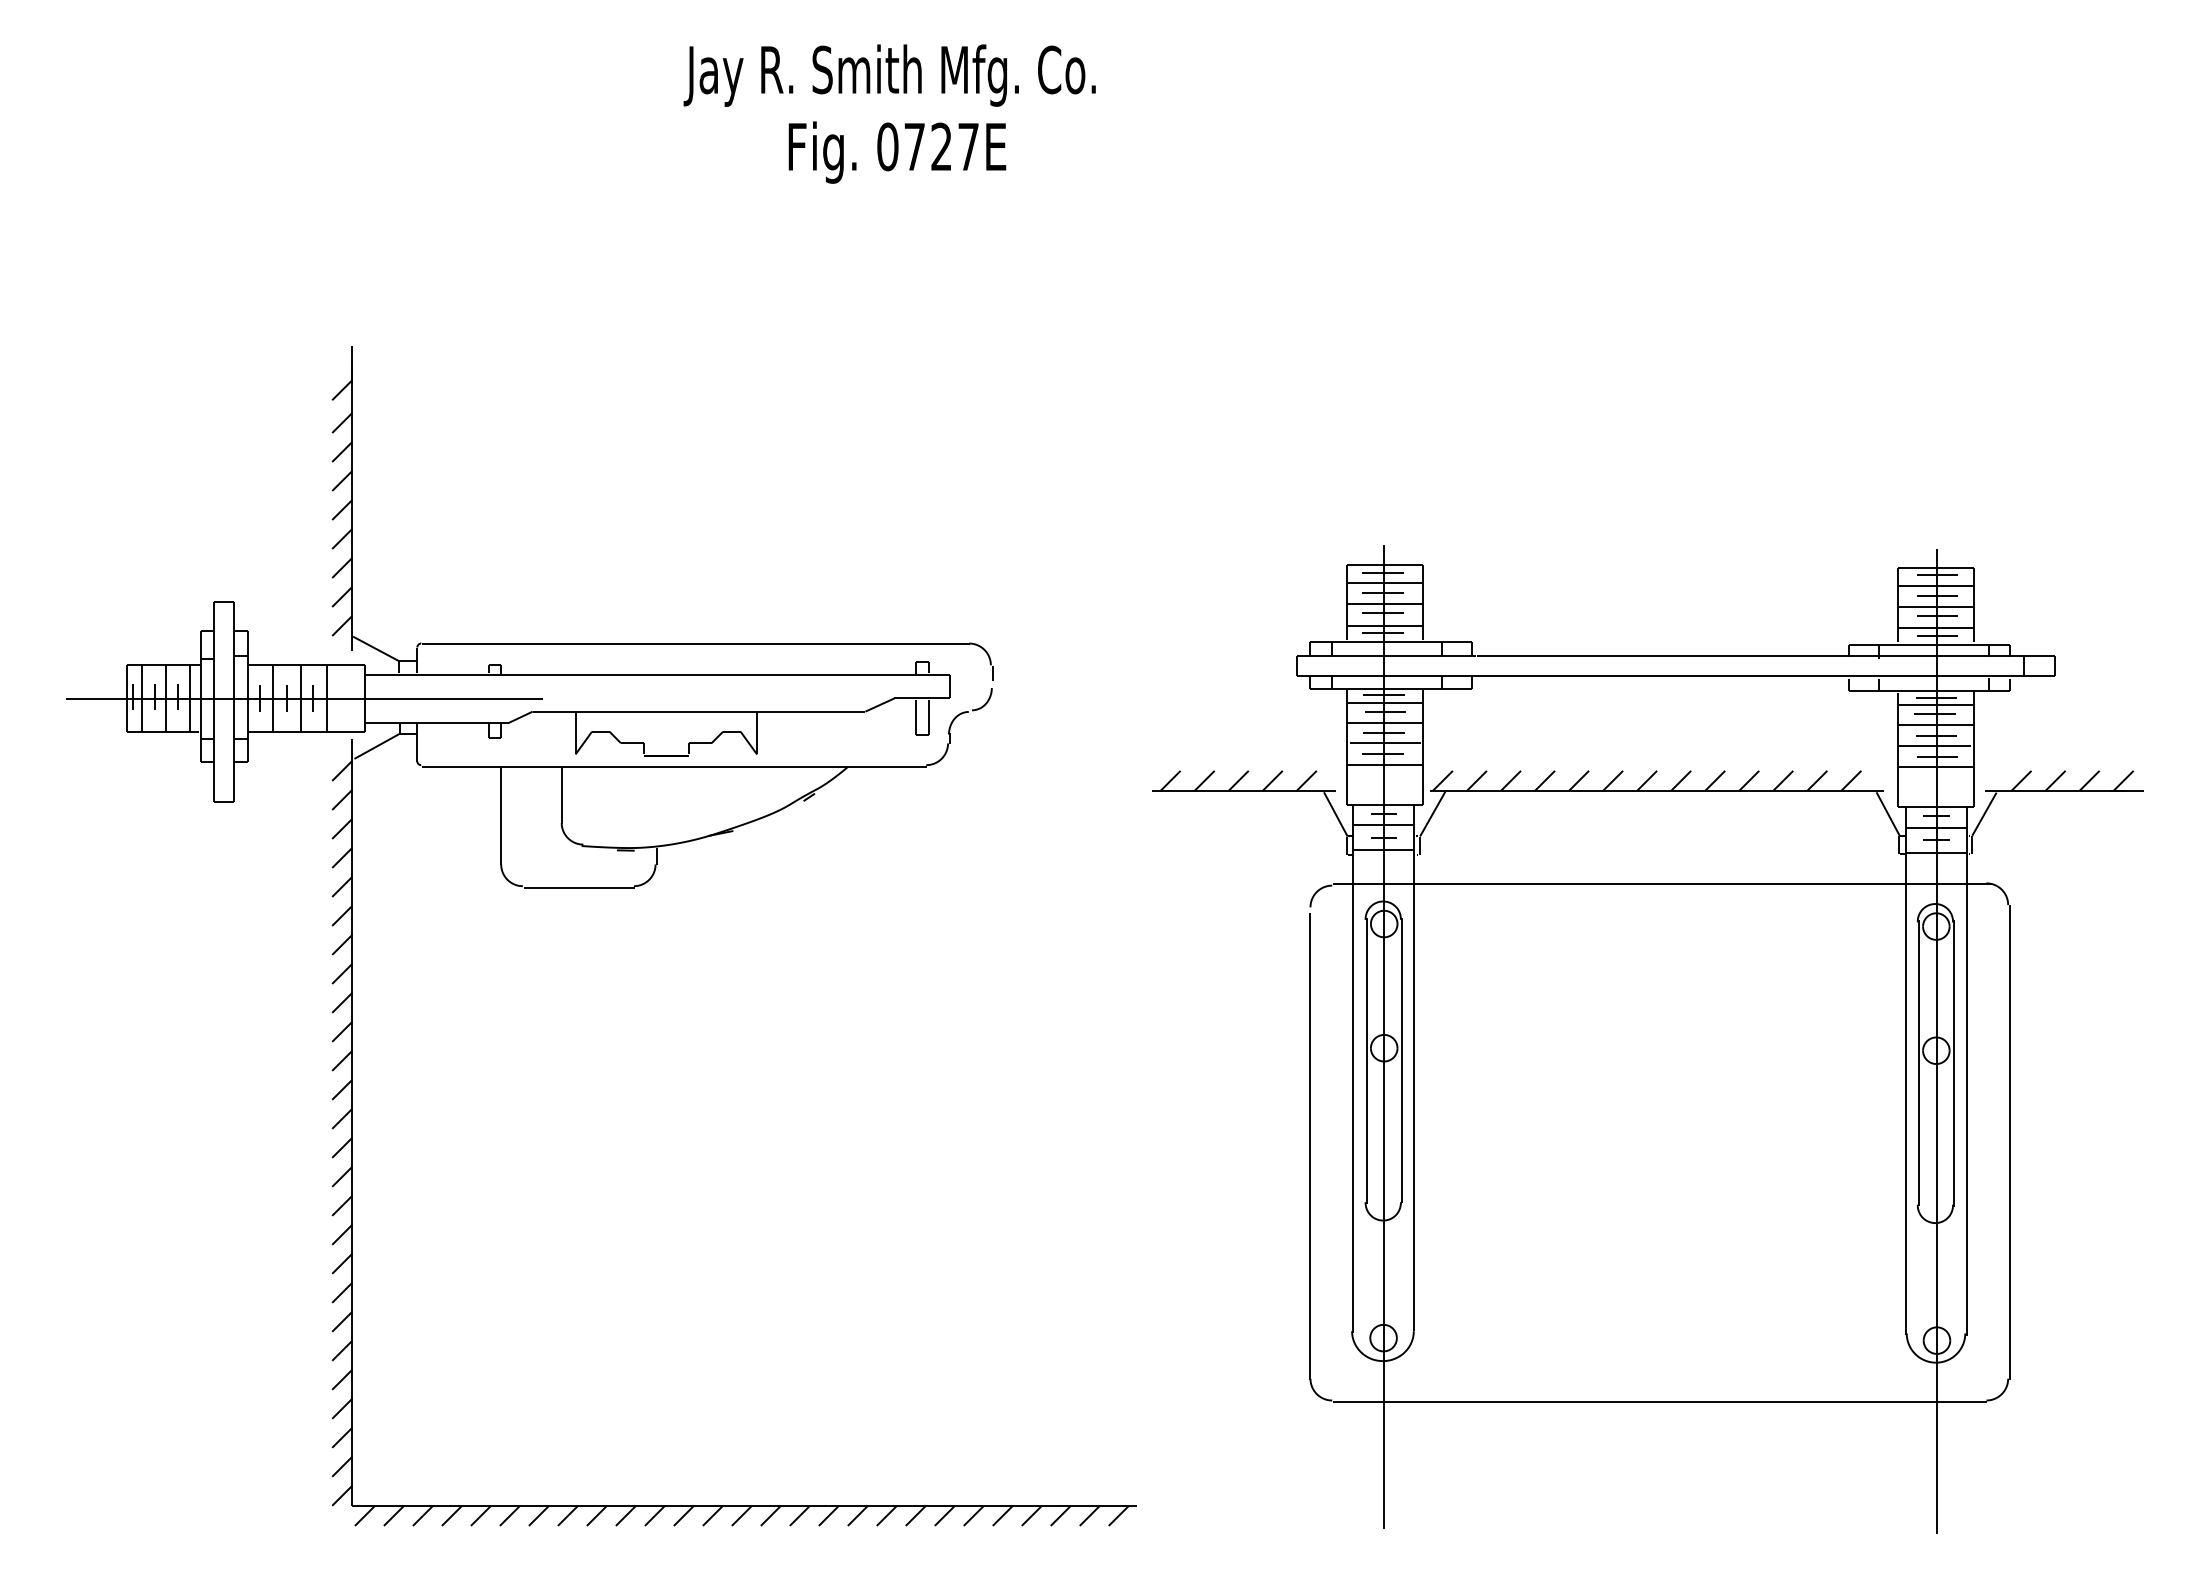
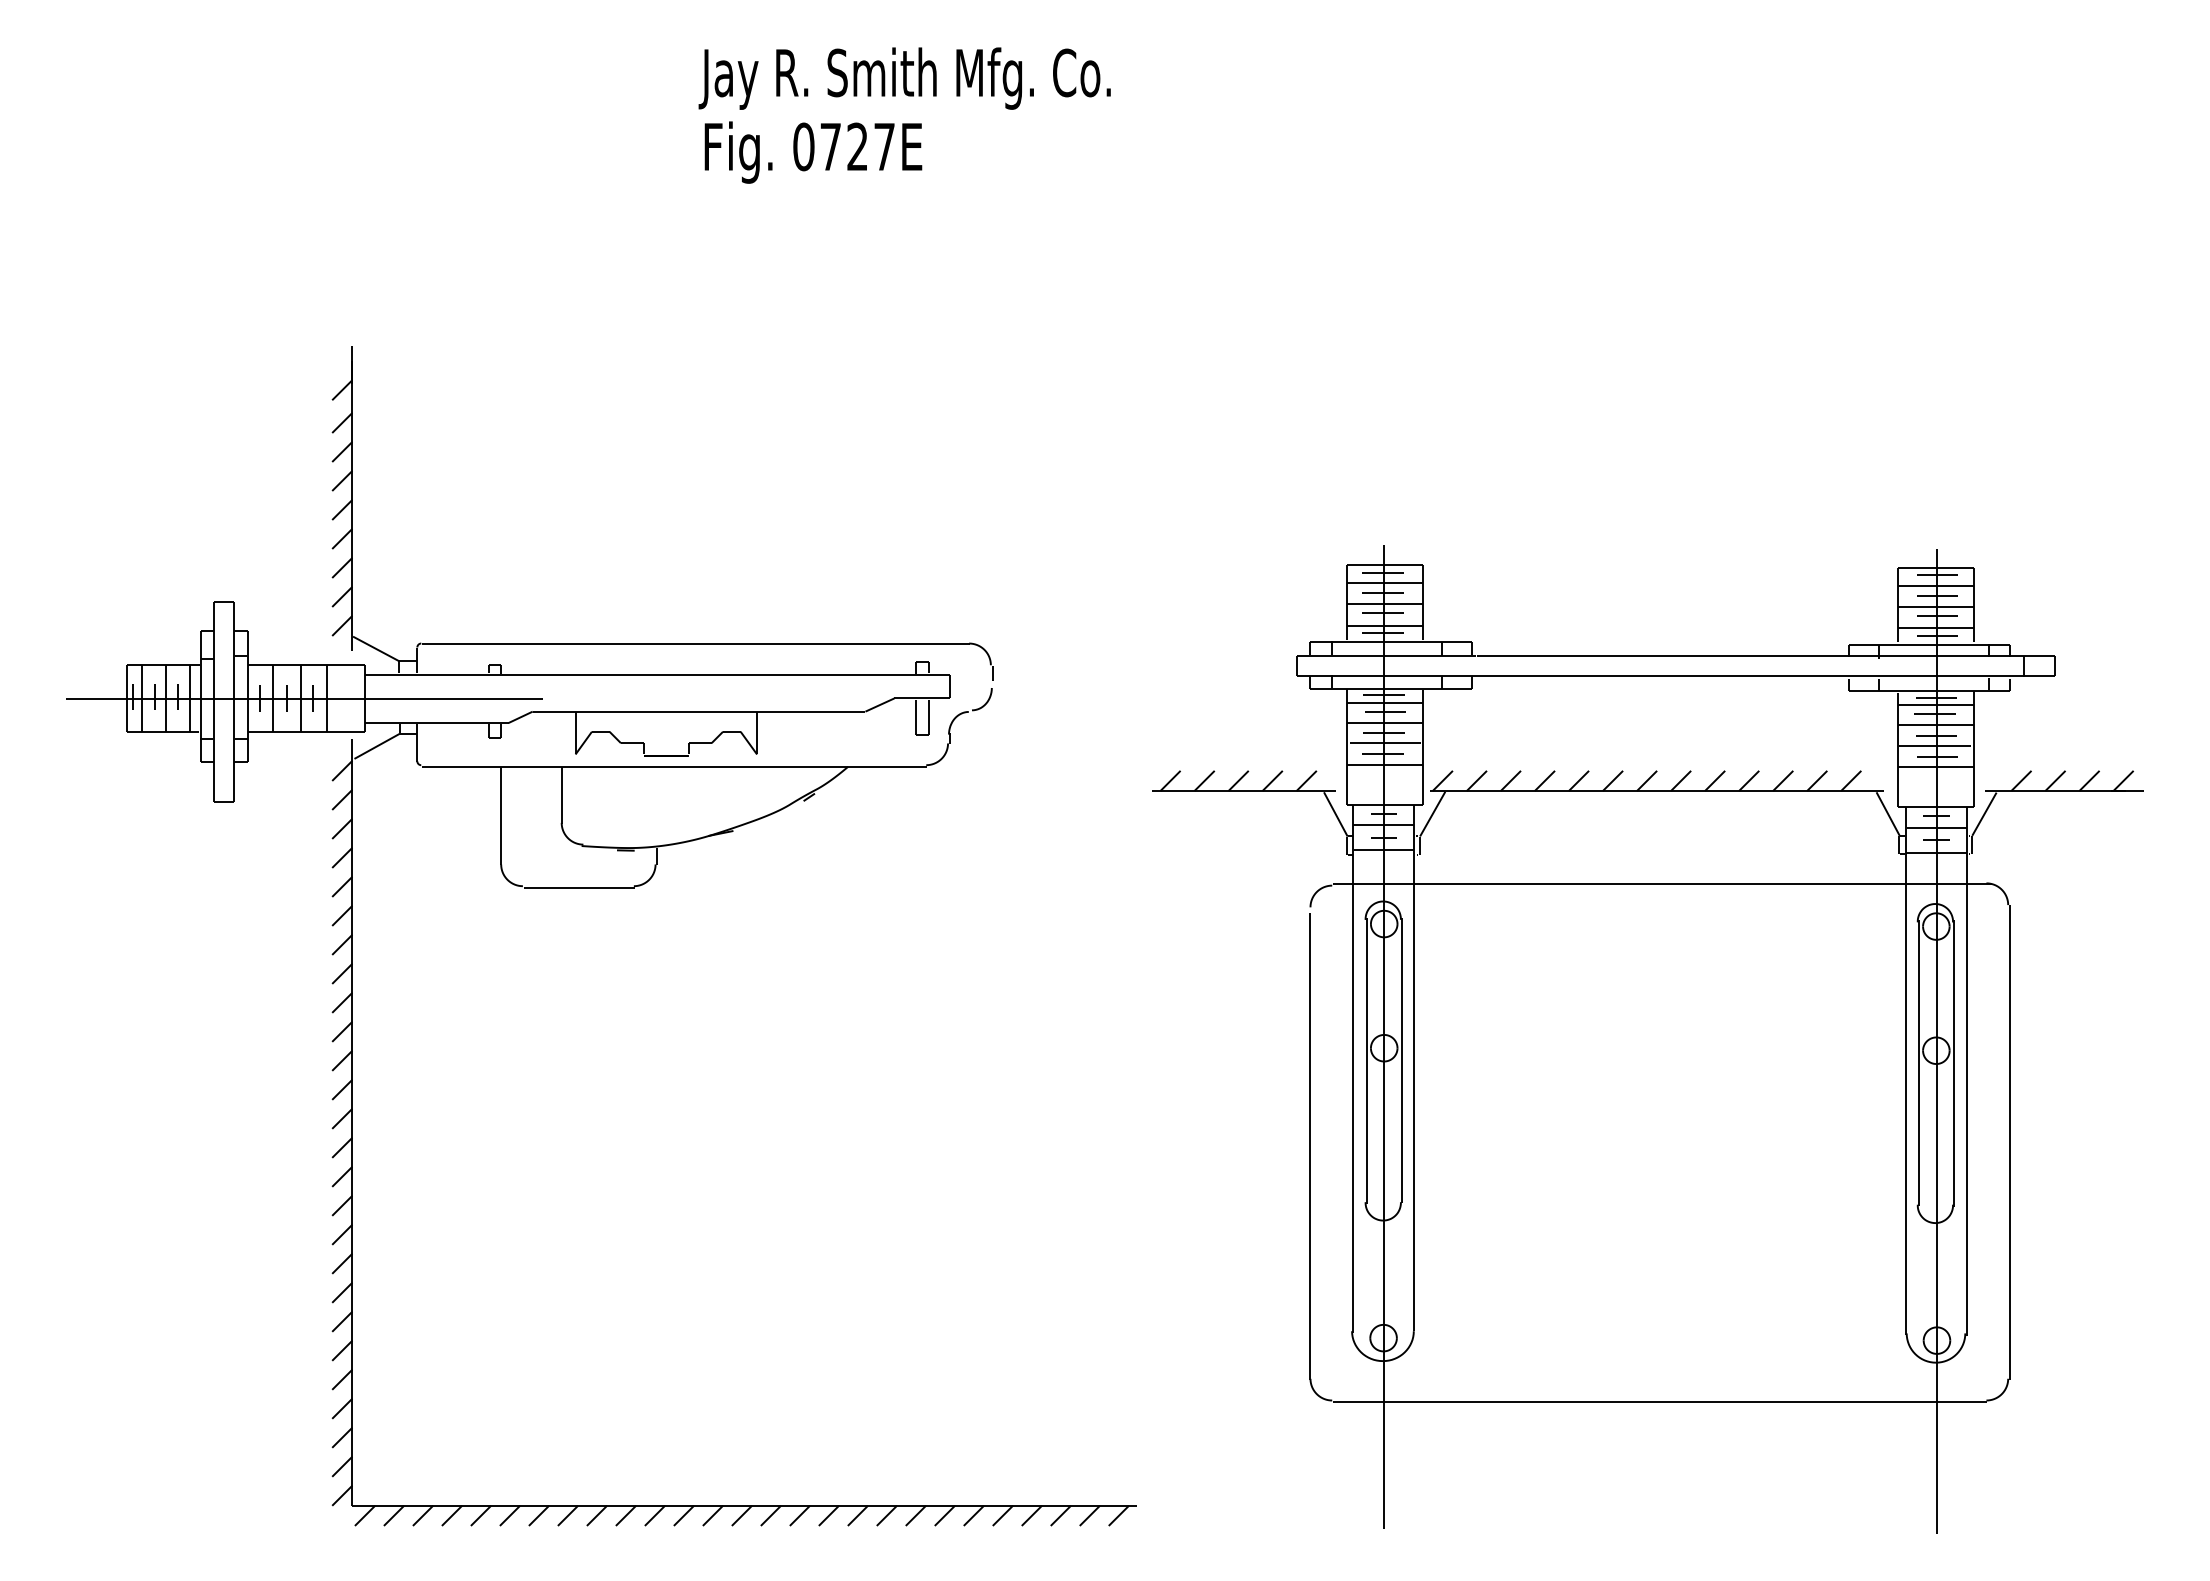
text at (889, 75) position: (889, 75) -> (904, 78)
text at (897, 152) position: (897, 152) -> (813, 152)
